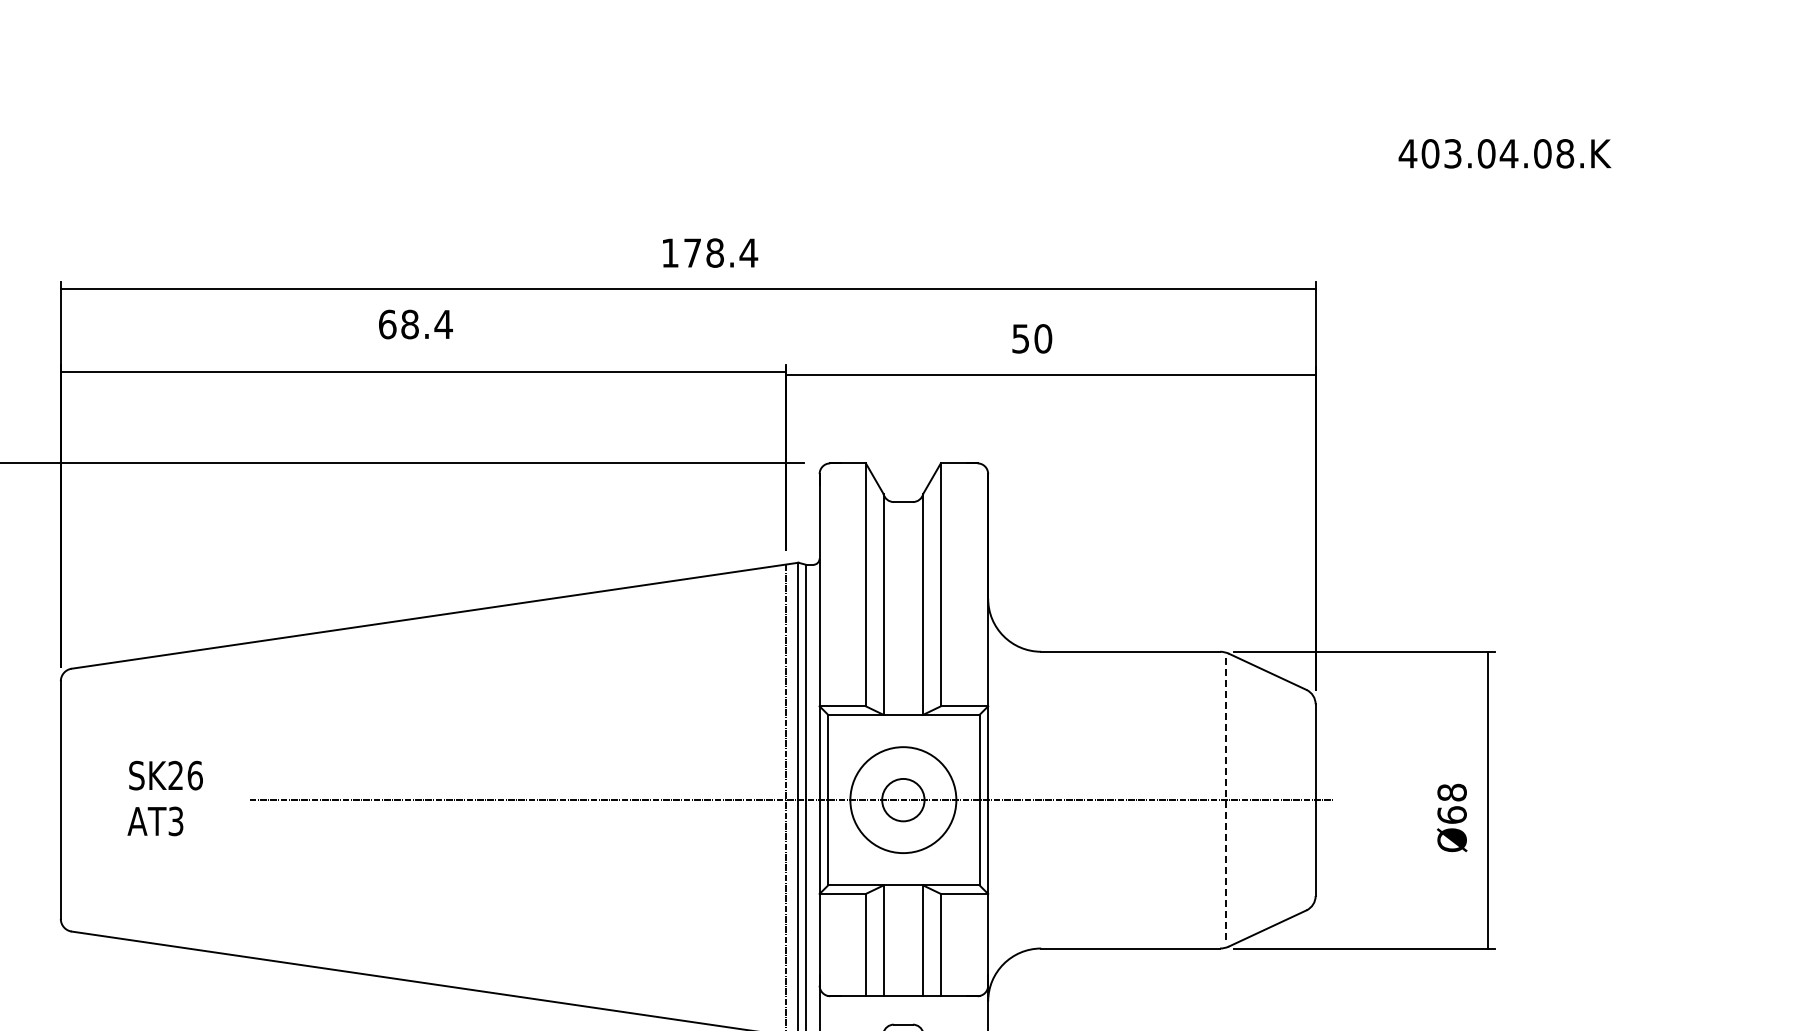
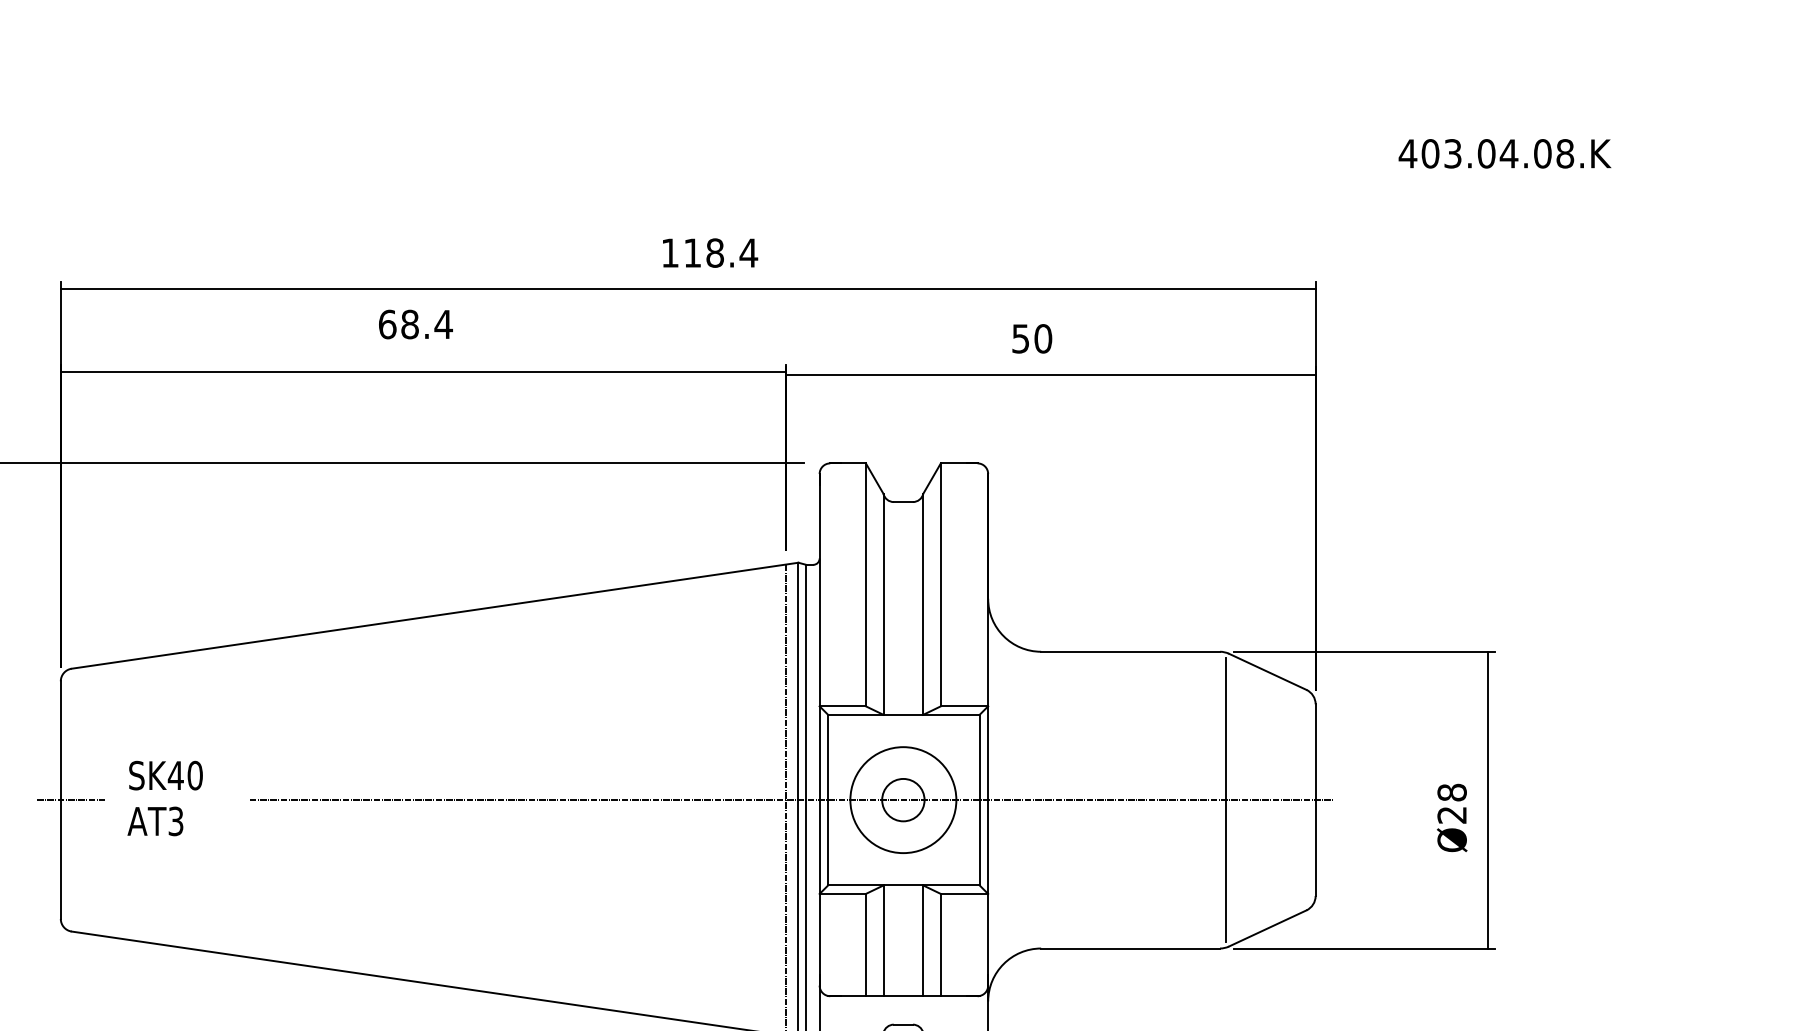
text at (692, 252): 178.4 -> 118.4
text at (184, 775): SK26 -> SK40
line at (71, 800): none -> present
line at (1225, 800): dashed -> solid
text at (1451, 814): Ø68 -> Ø28
